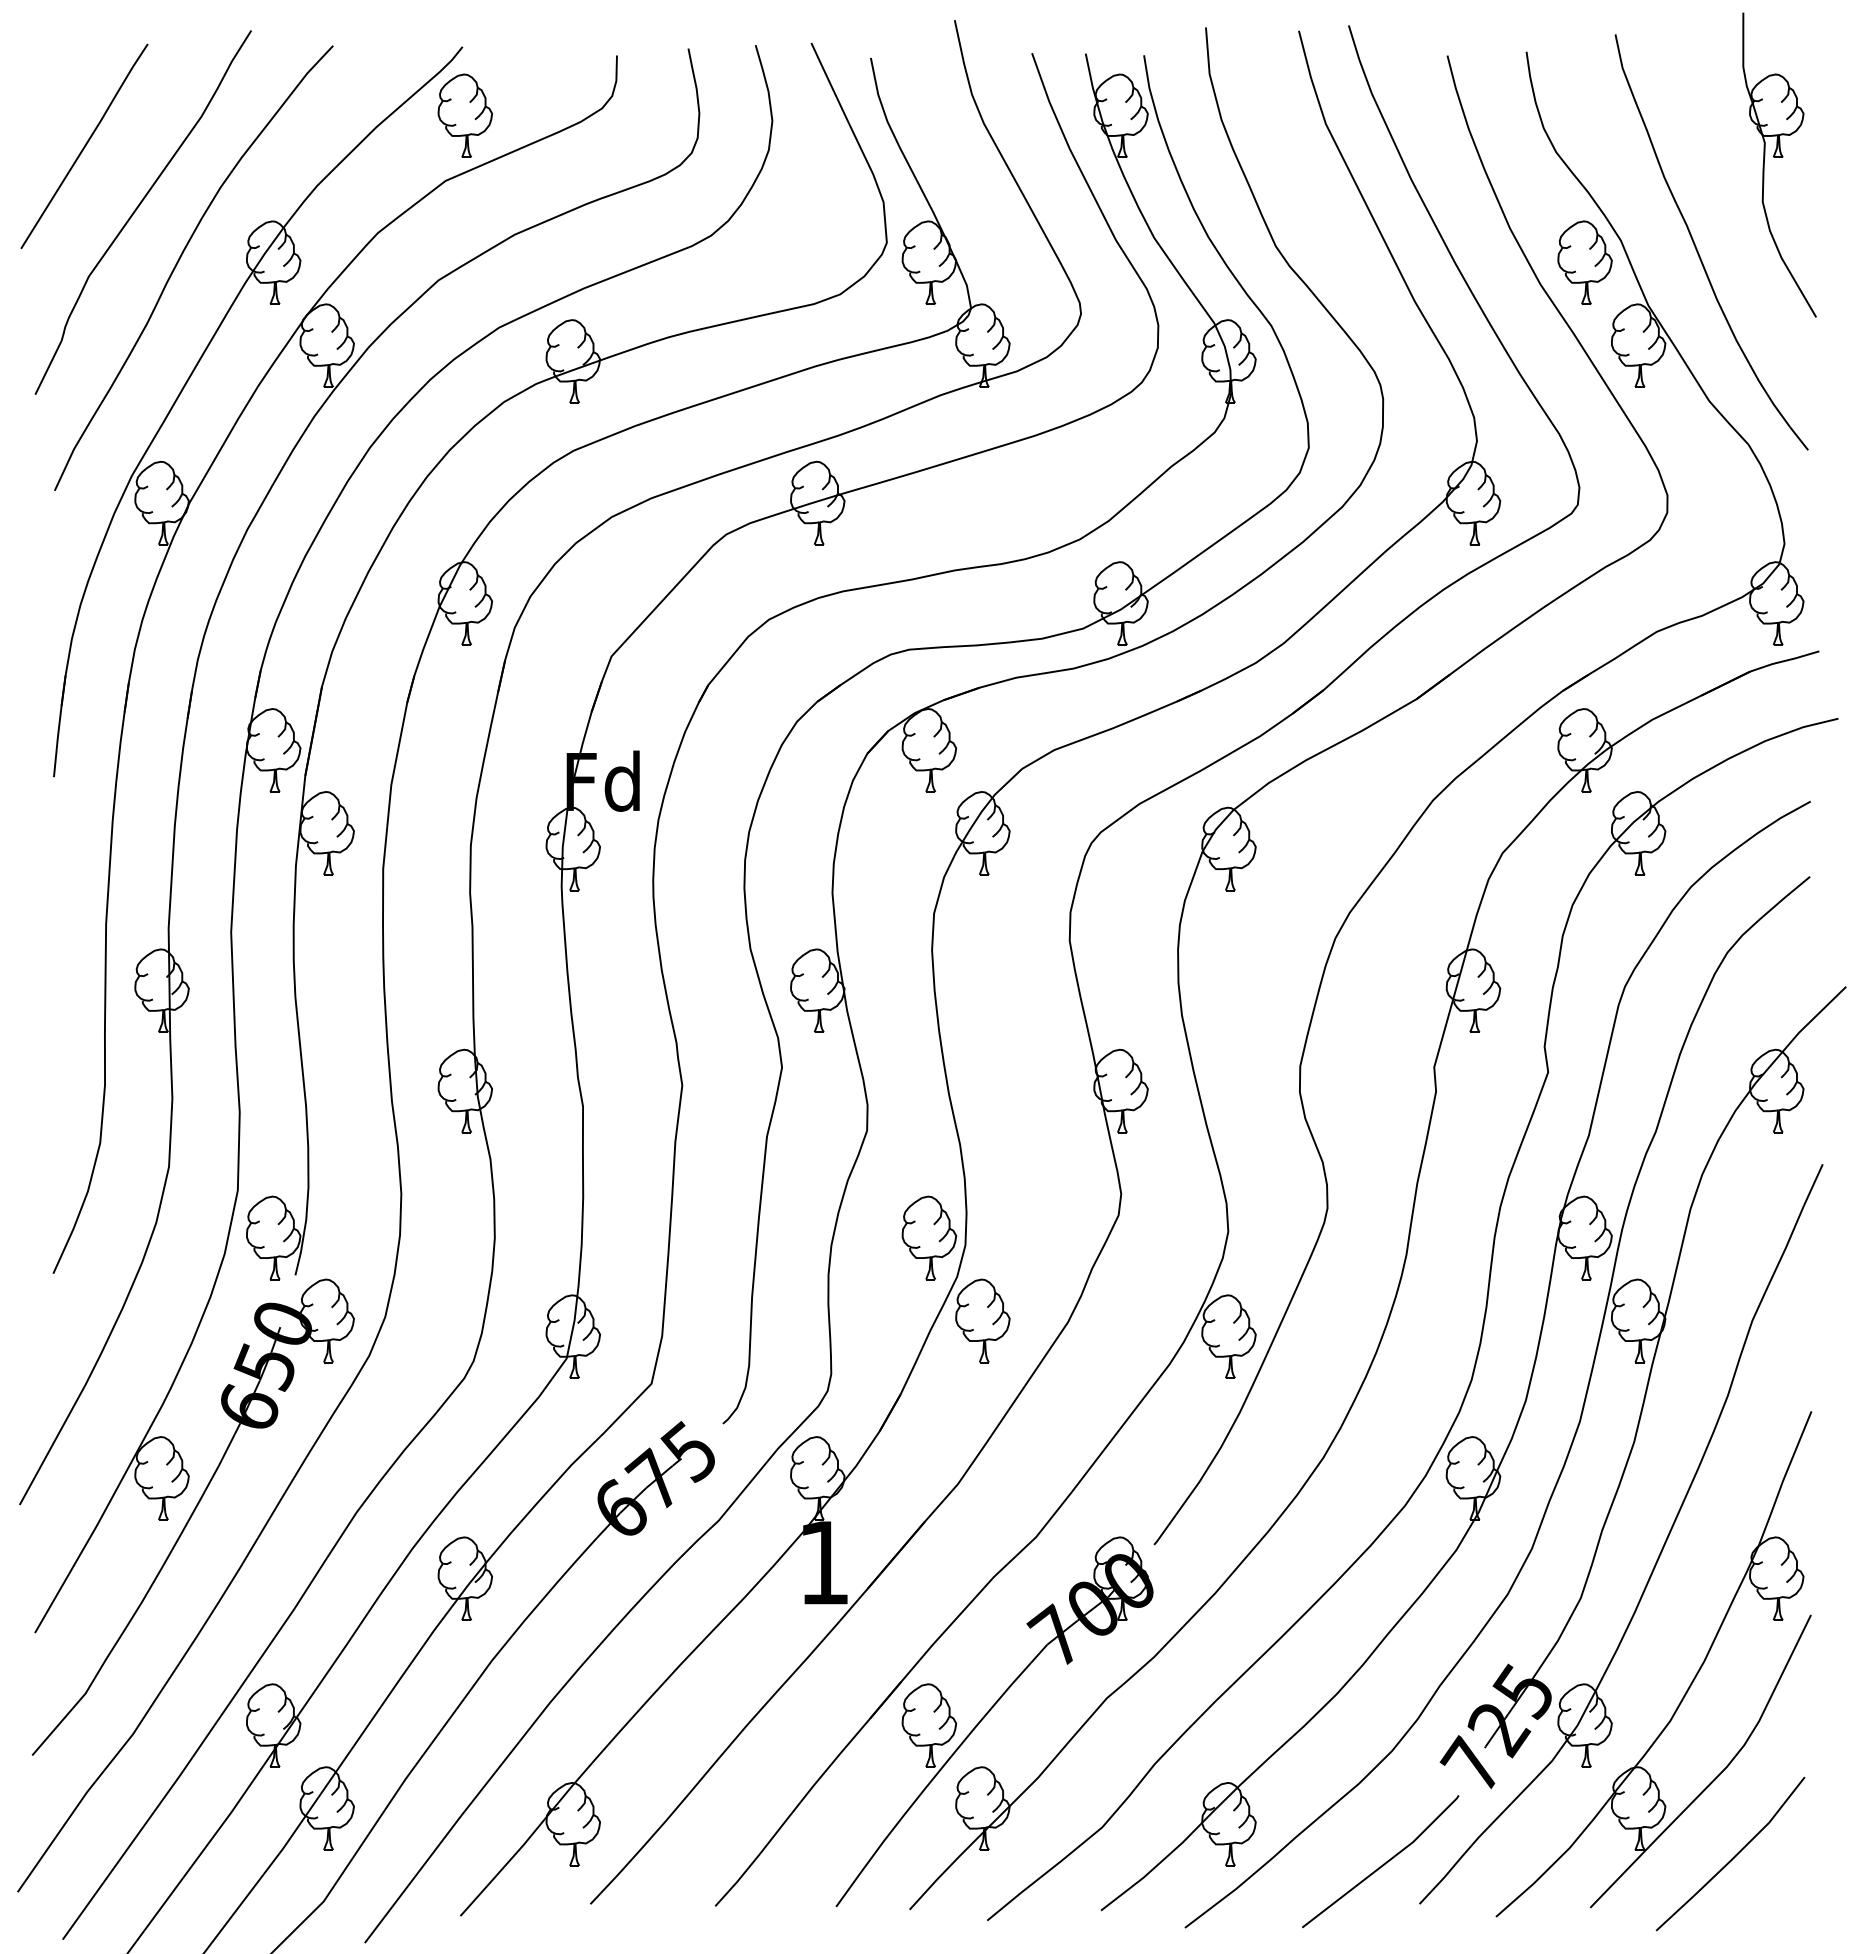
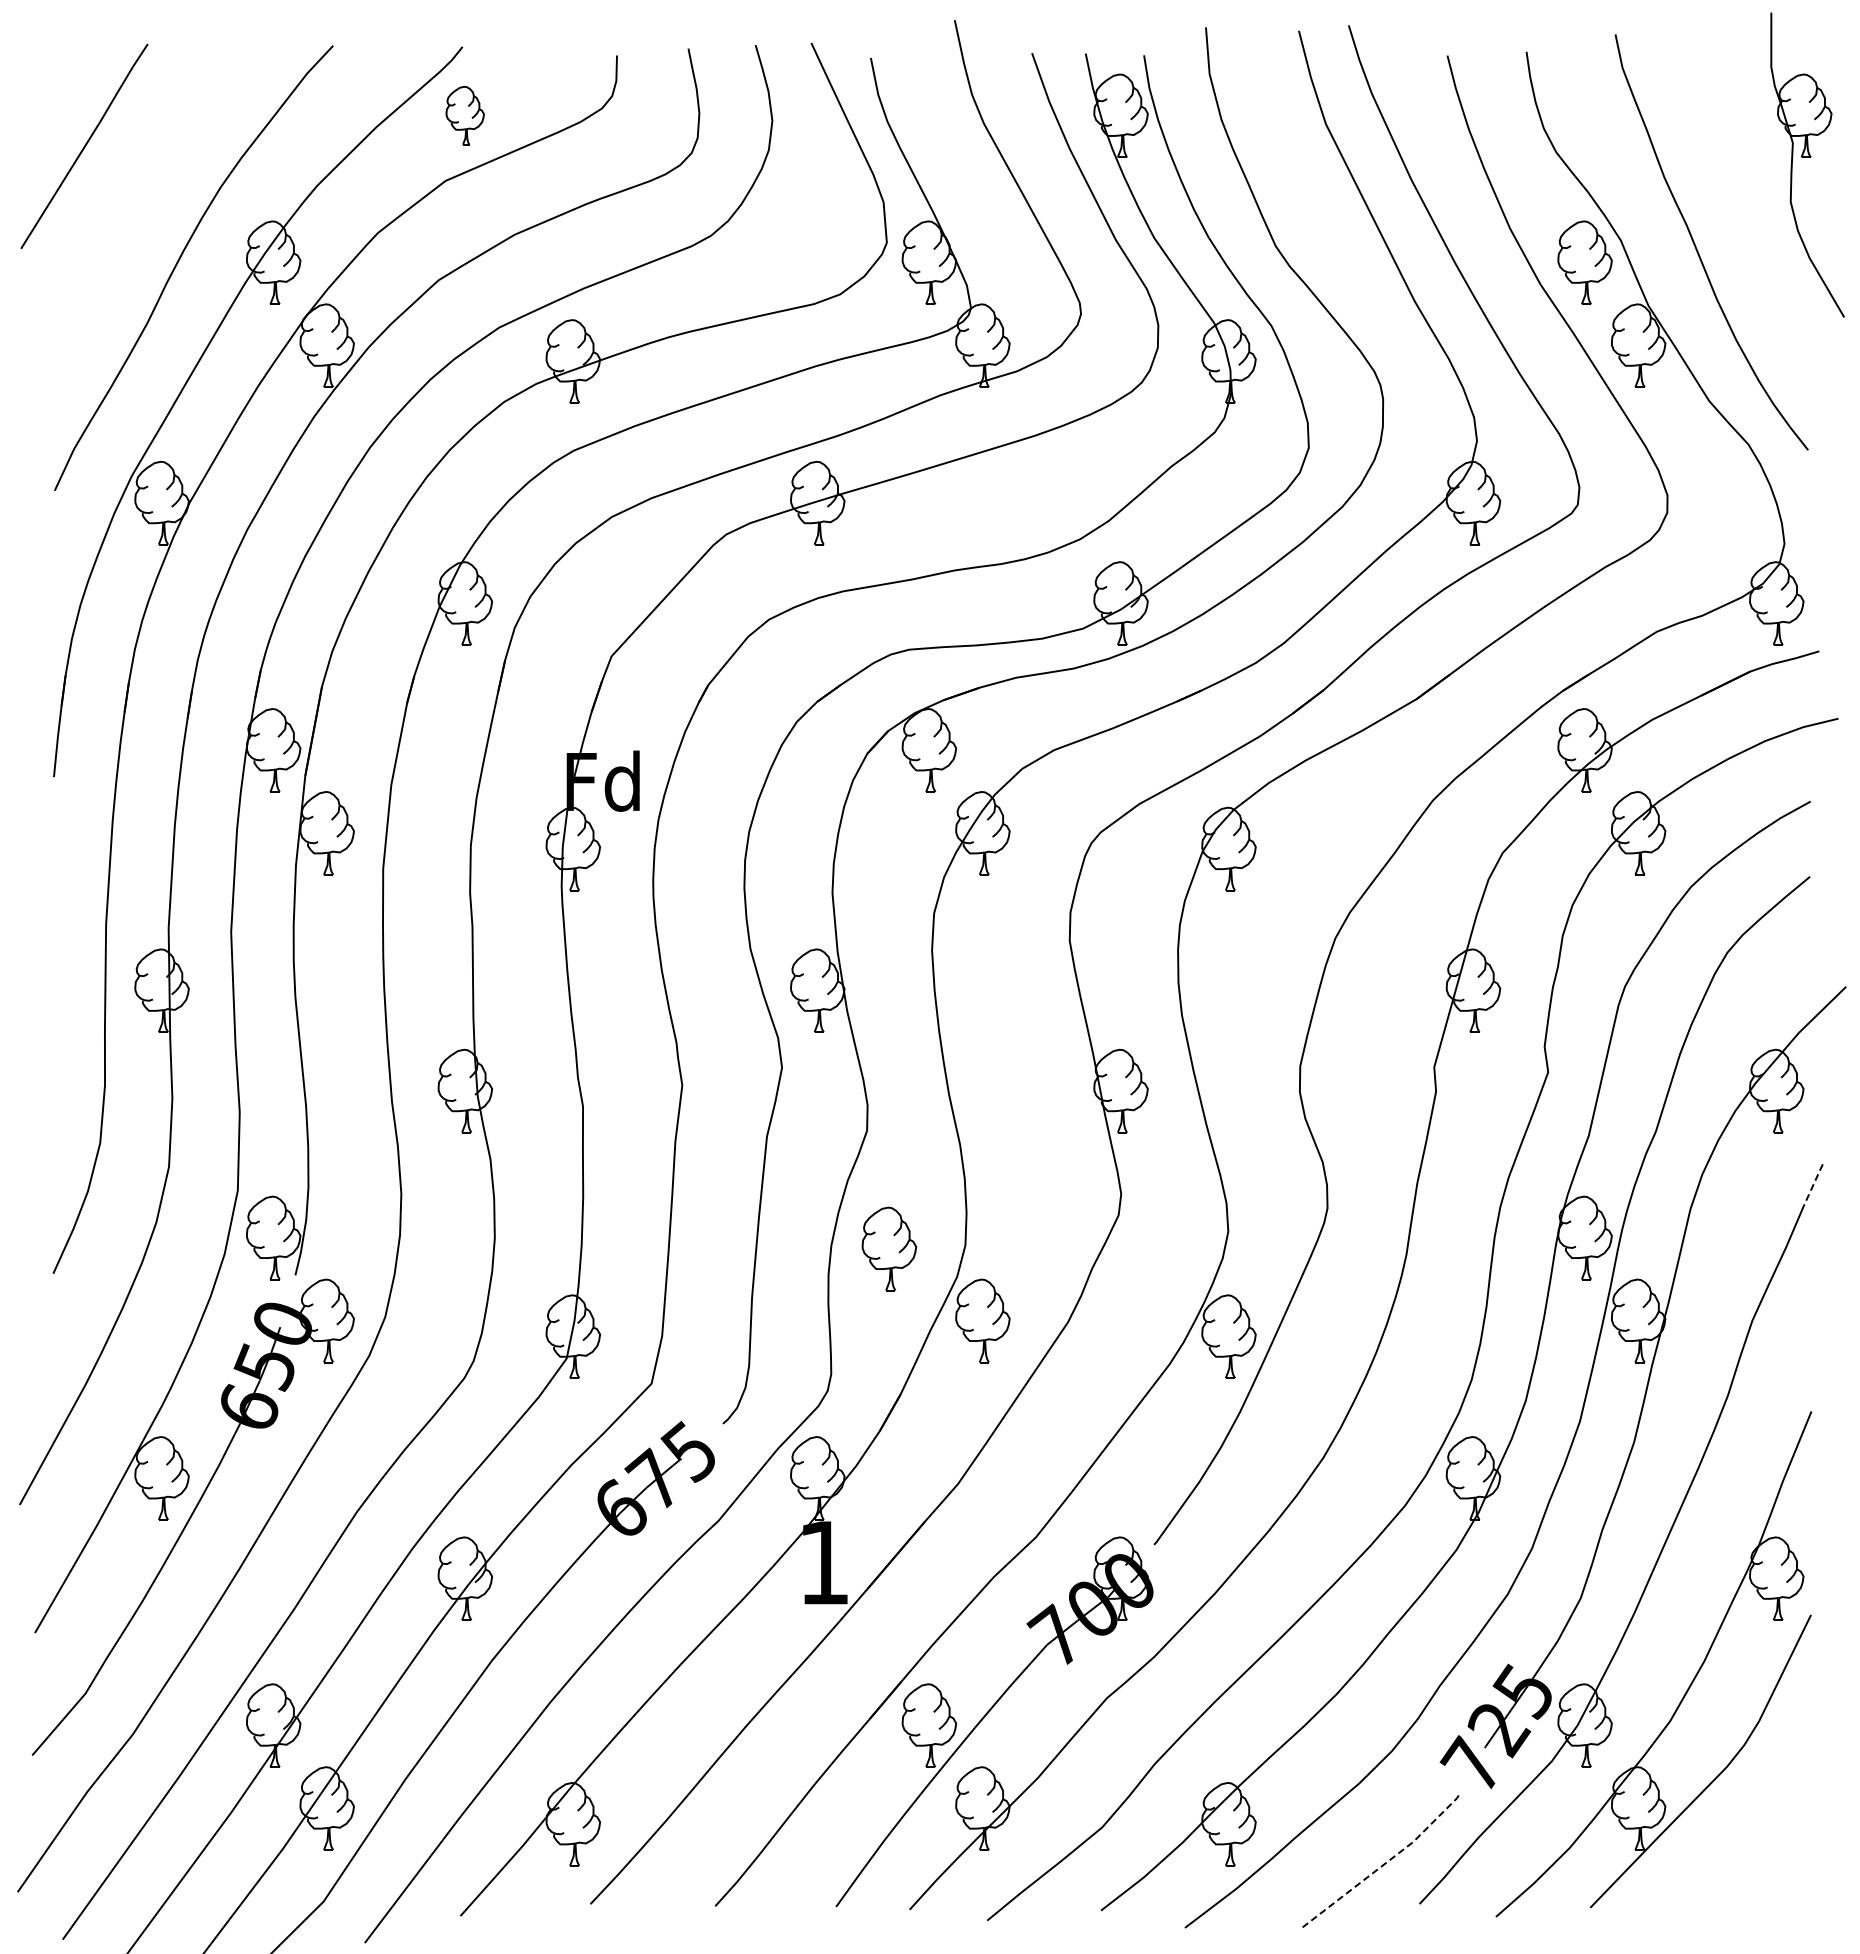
part at (464, 115) size: 56x85 px -> 40x61 px
part at (1779, 157) position: (1779, 157) -> (1807, 157)
curve at (137, 209): present -> none
line at (1813, 1185): solid -> dashed
part at (928, 1237) position: (928, 1237) -> (888, 1248)
line at (1733, 1856): present -> none
line at (1384, 1864): solid -> dashed
